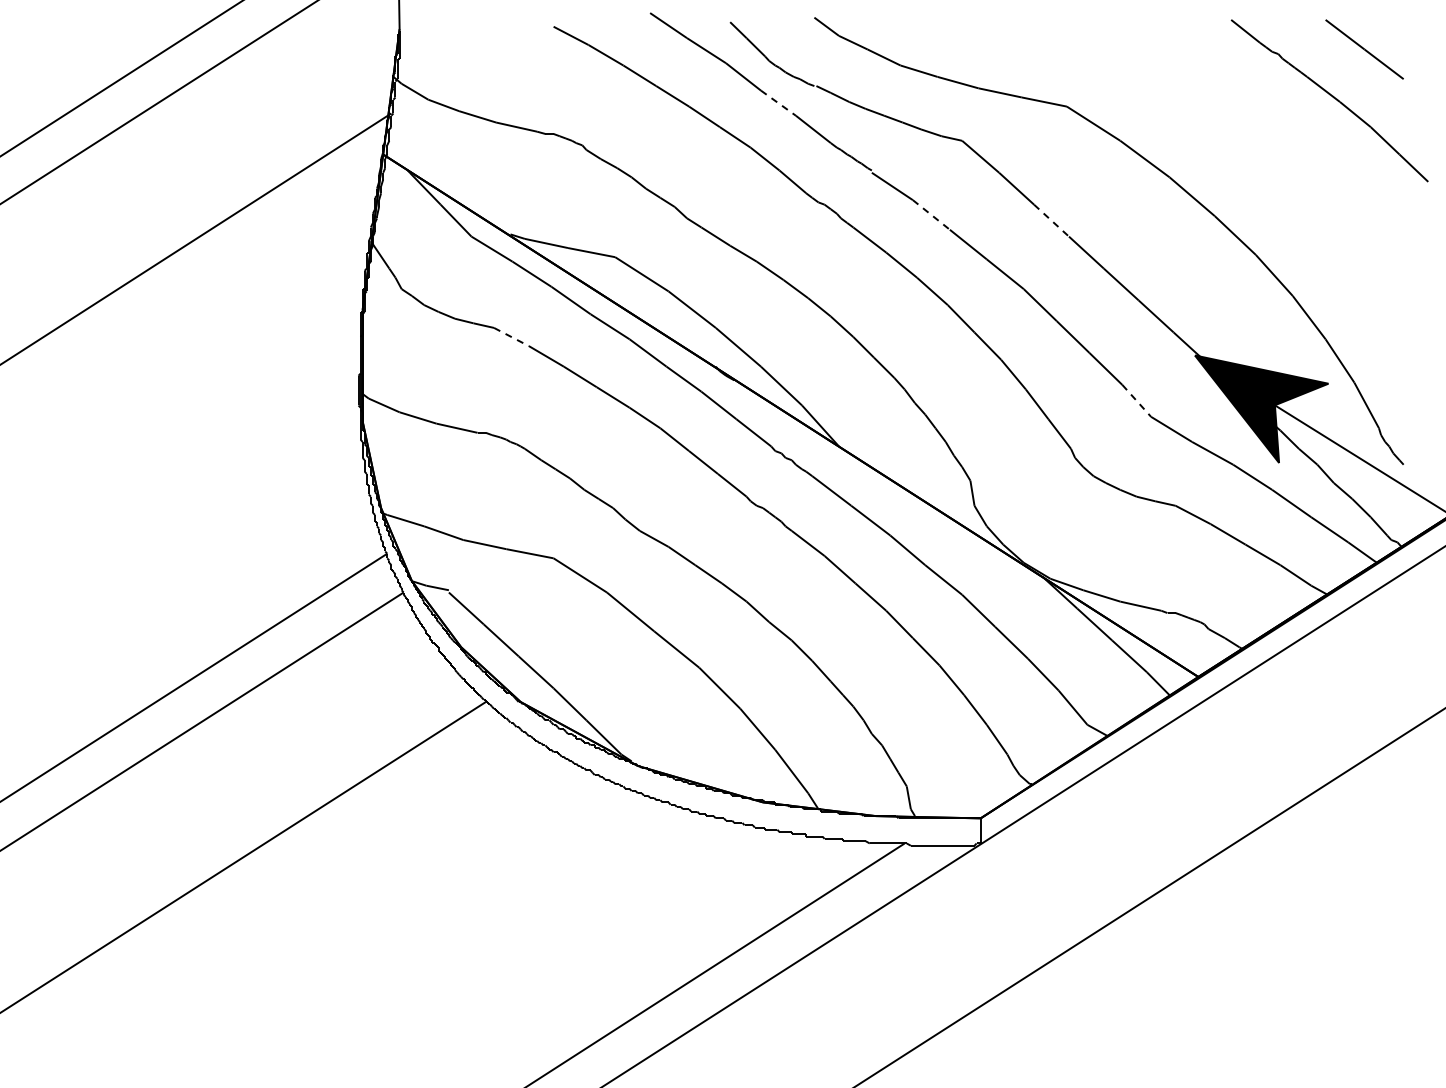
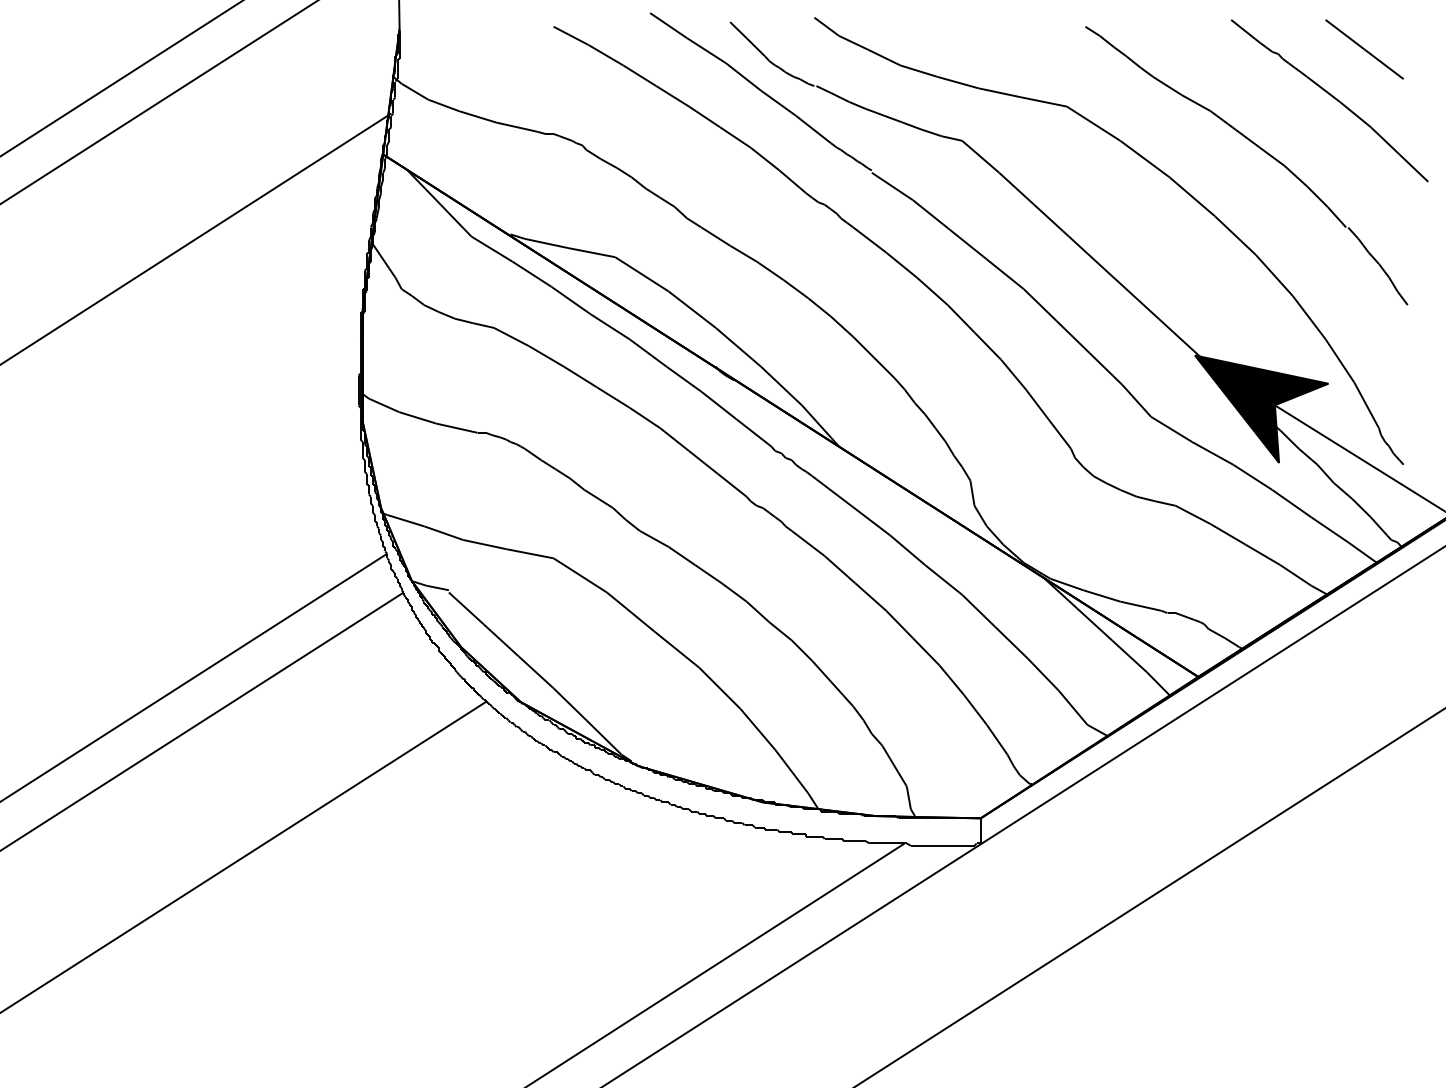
line at (778, 103): dashed -> solid
part at (1257, 147): none -> present
line at (931, 214): dashed -> solid
line at (1051, 220): dashed -> solid
line at (511, 337): dashed -> solid
line at (1137, 401): dashed -> solid
